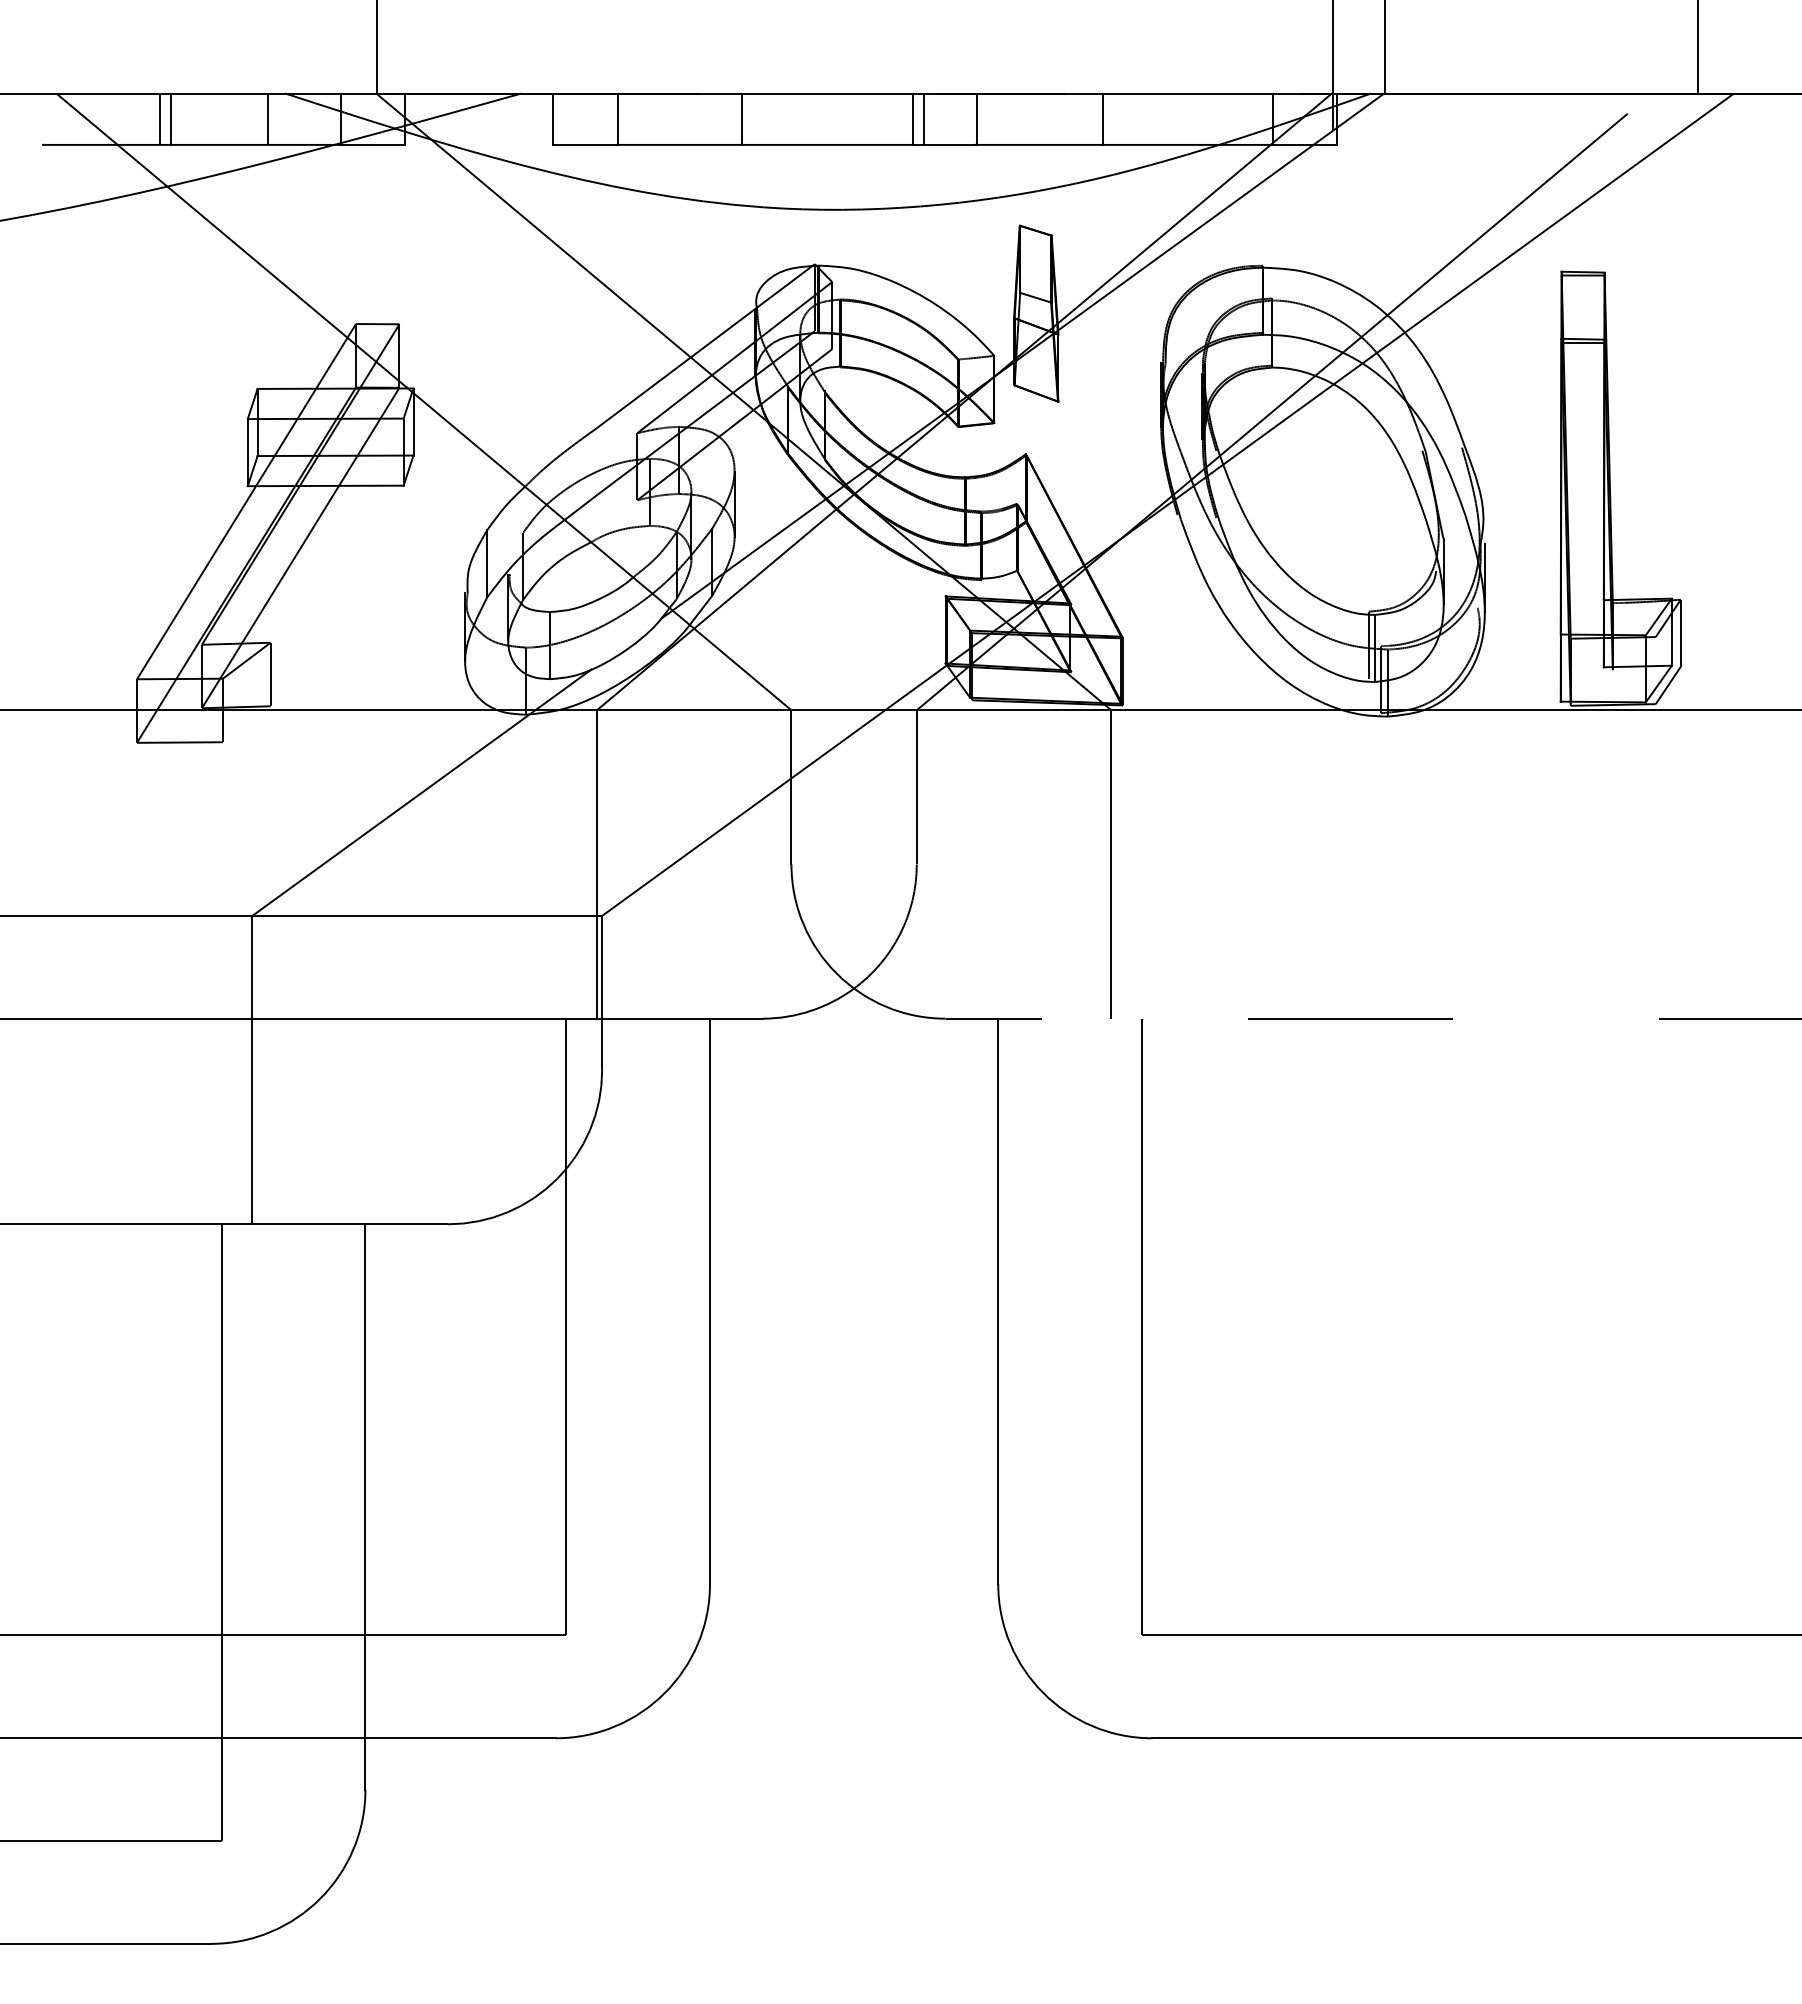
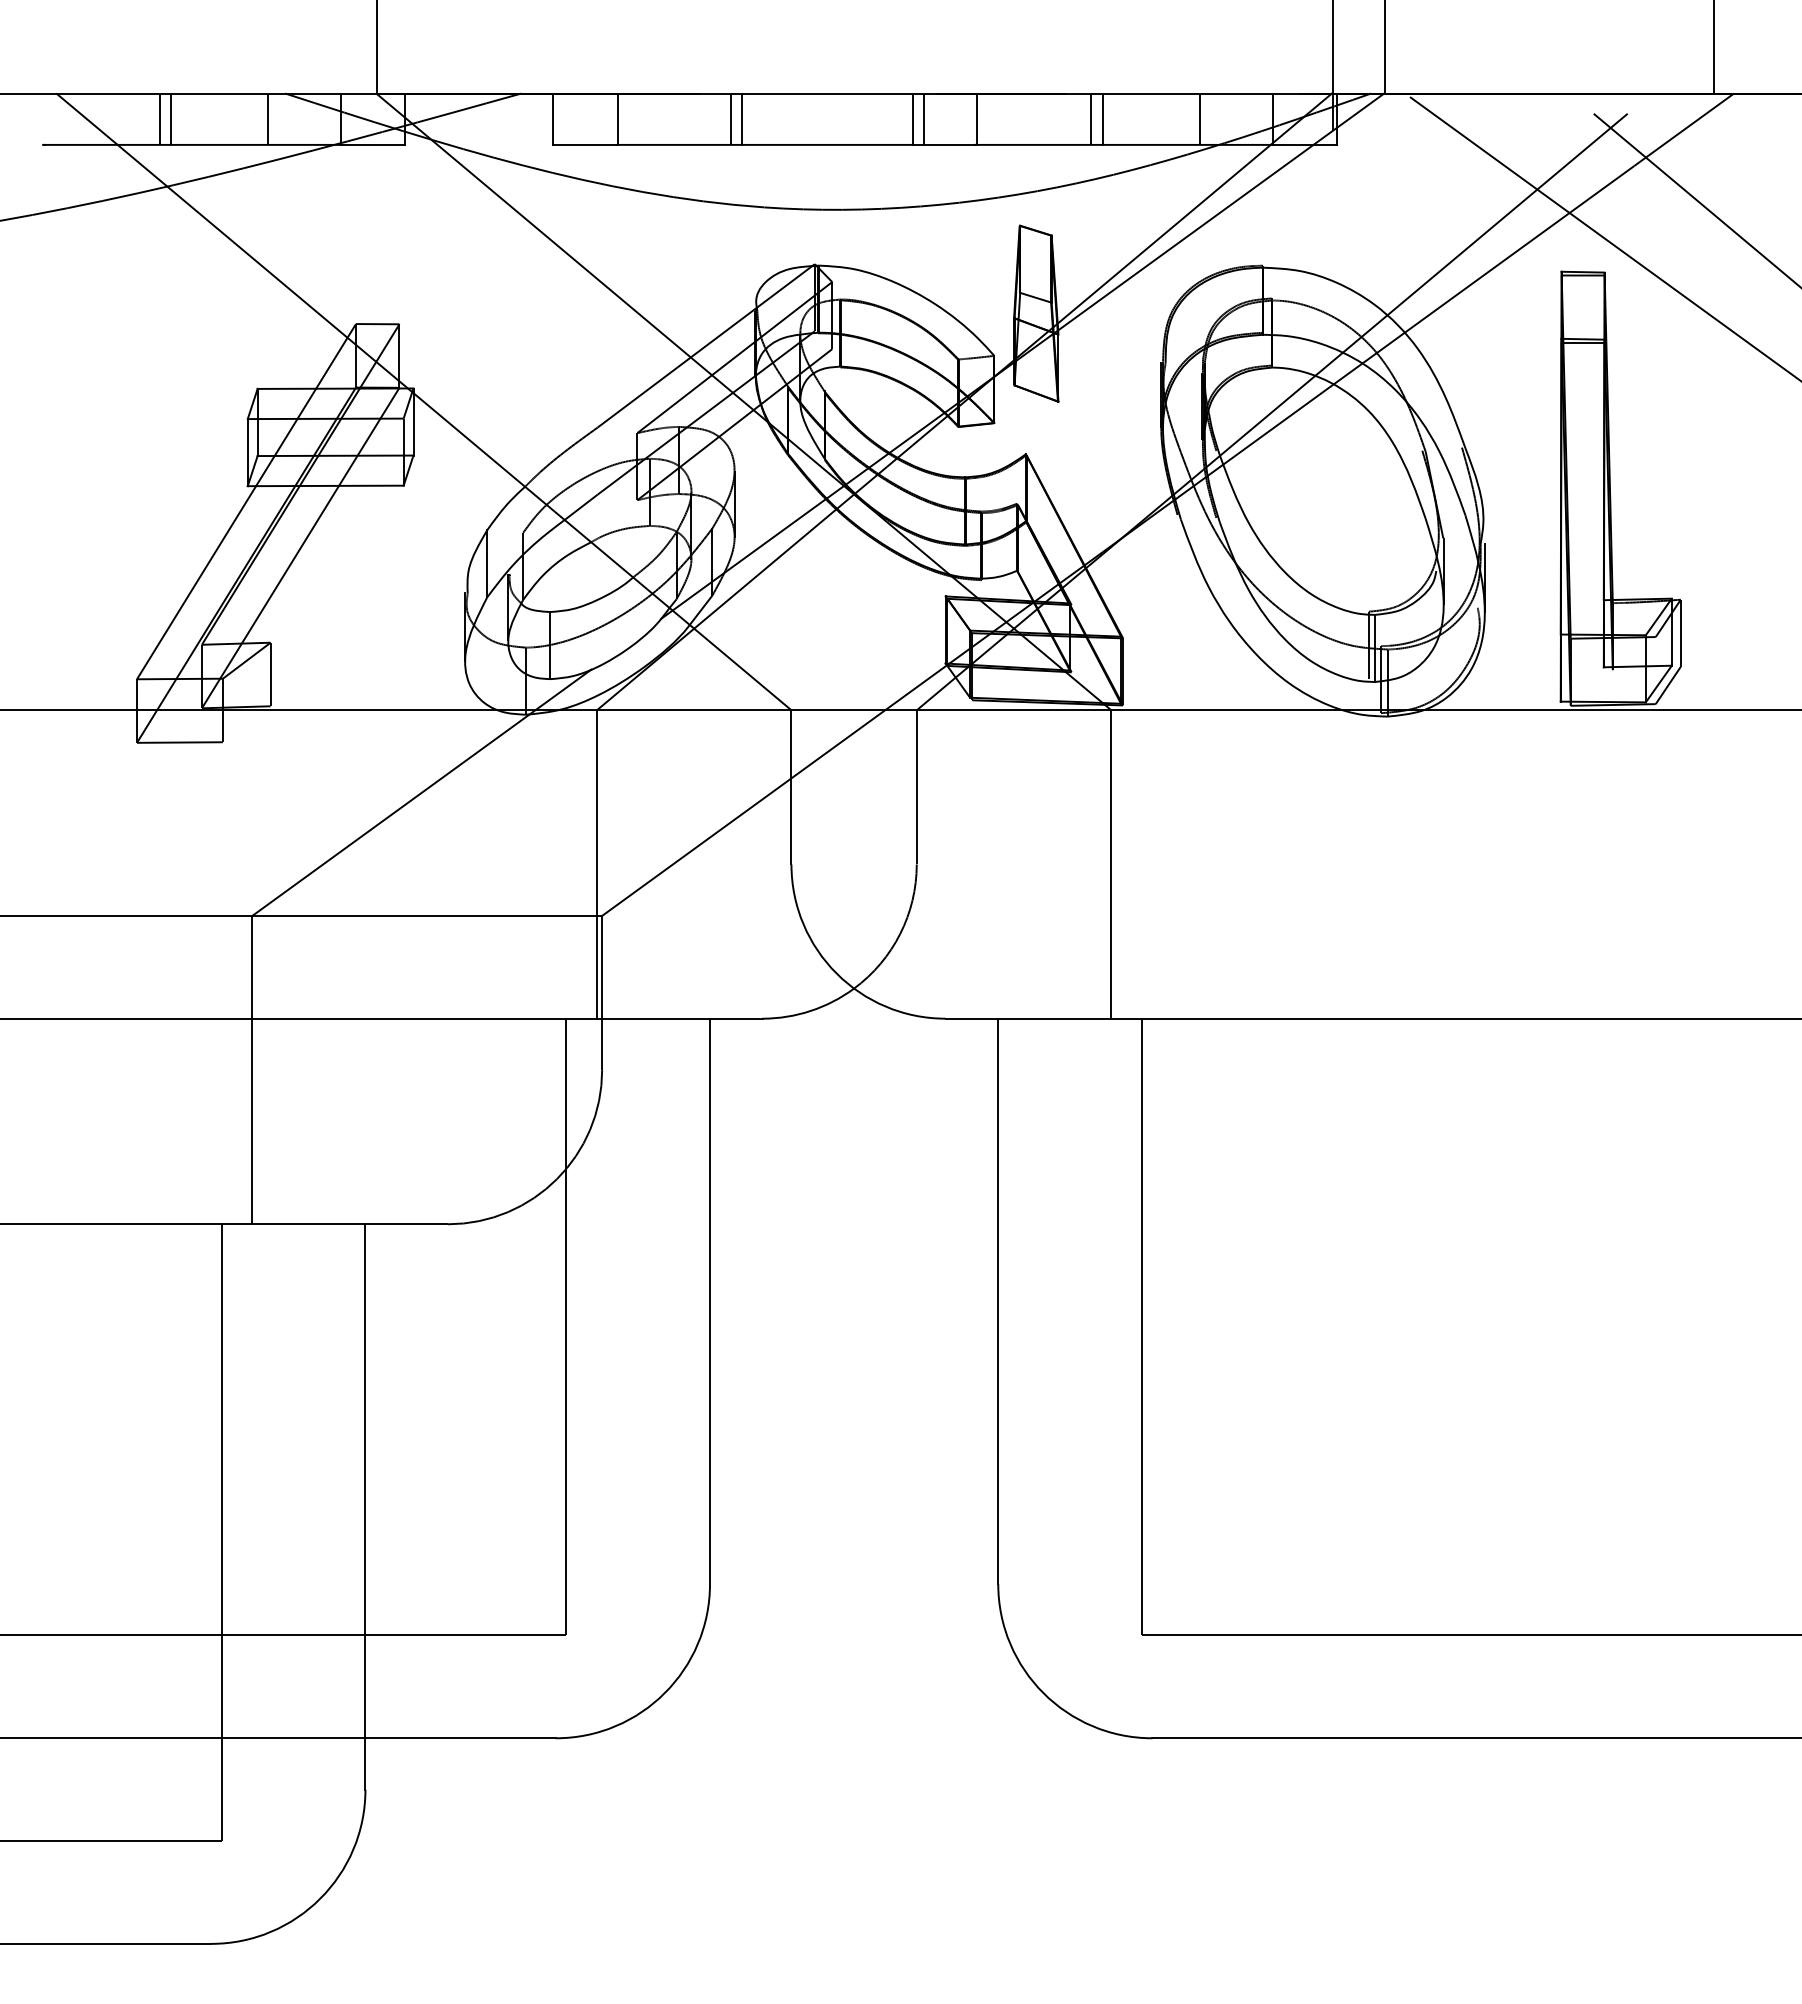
line at (1697, 47) position: (1697, 47) -> (1713, 47)
line at (731, 118): none -> present
line at (1091, 118): none -> present
line at (1199, 118): none -> present
line at (1695, 199): none -> present
line at (1604, 238): none -> present
line at (1373, 1018): dashed -> solid
